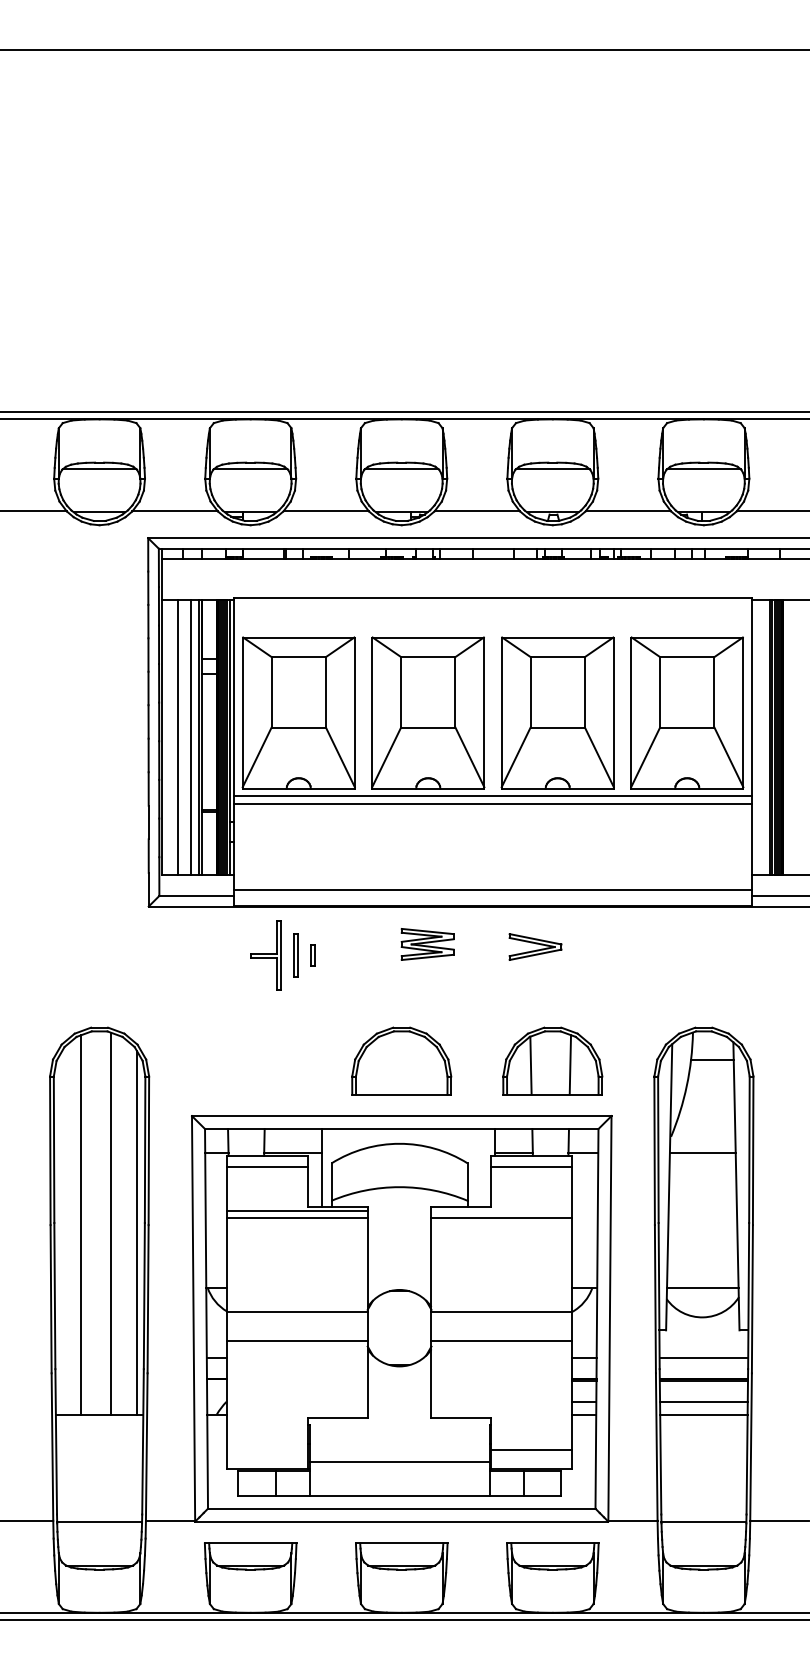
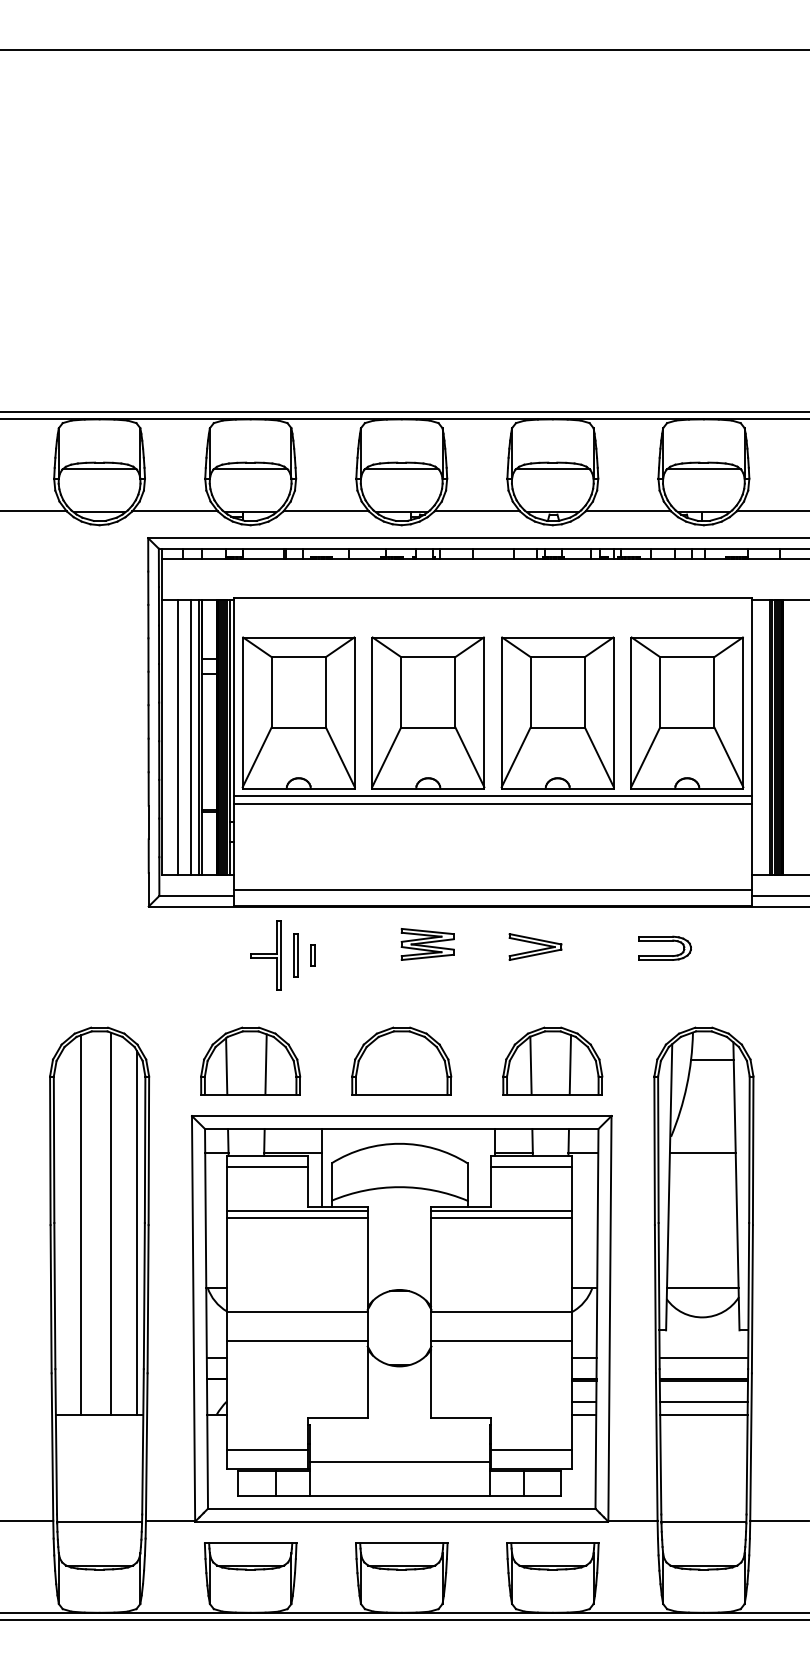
part at (664, 947): none -> present
part at (250, 1060): none -> present
line at (501, 1210): none -> present
line at (267, 1449): none -> present
